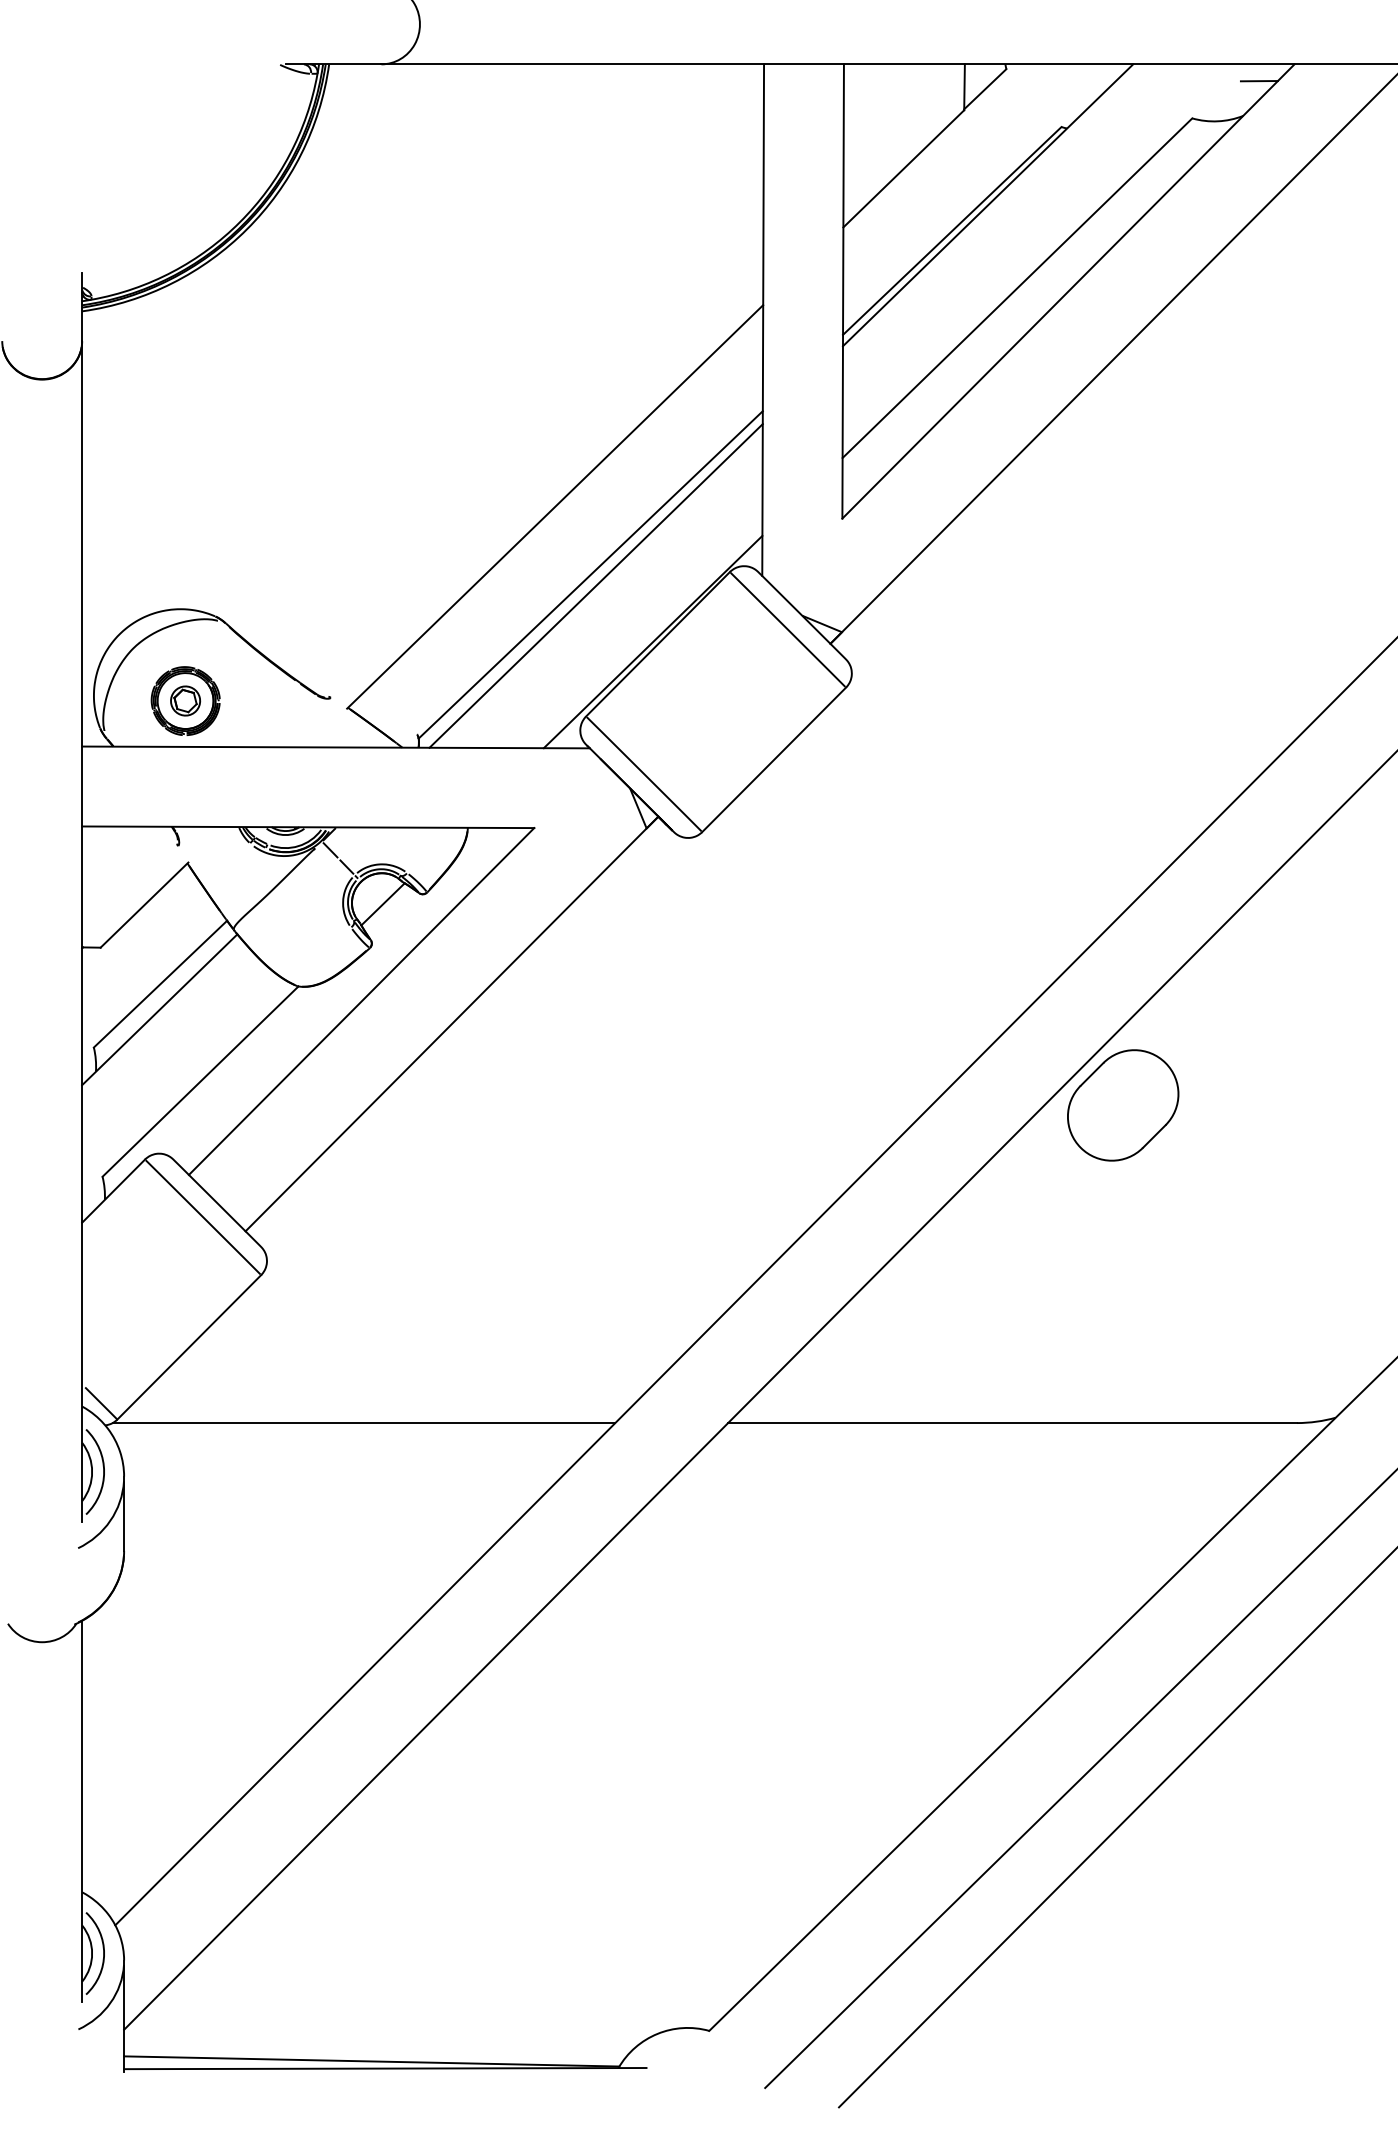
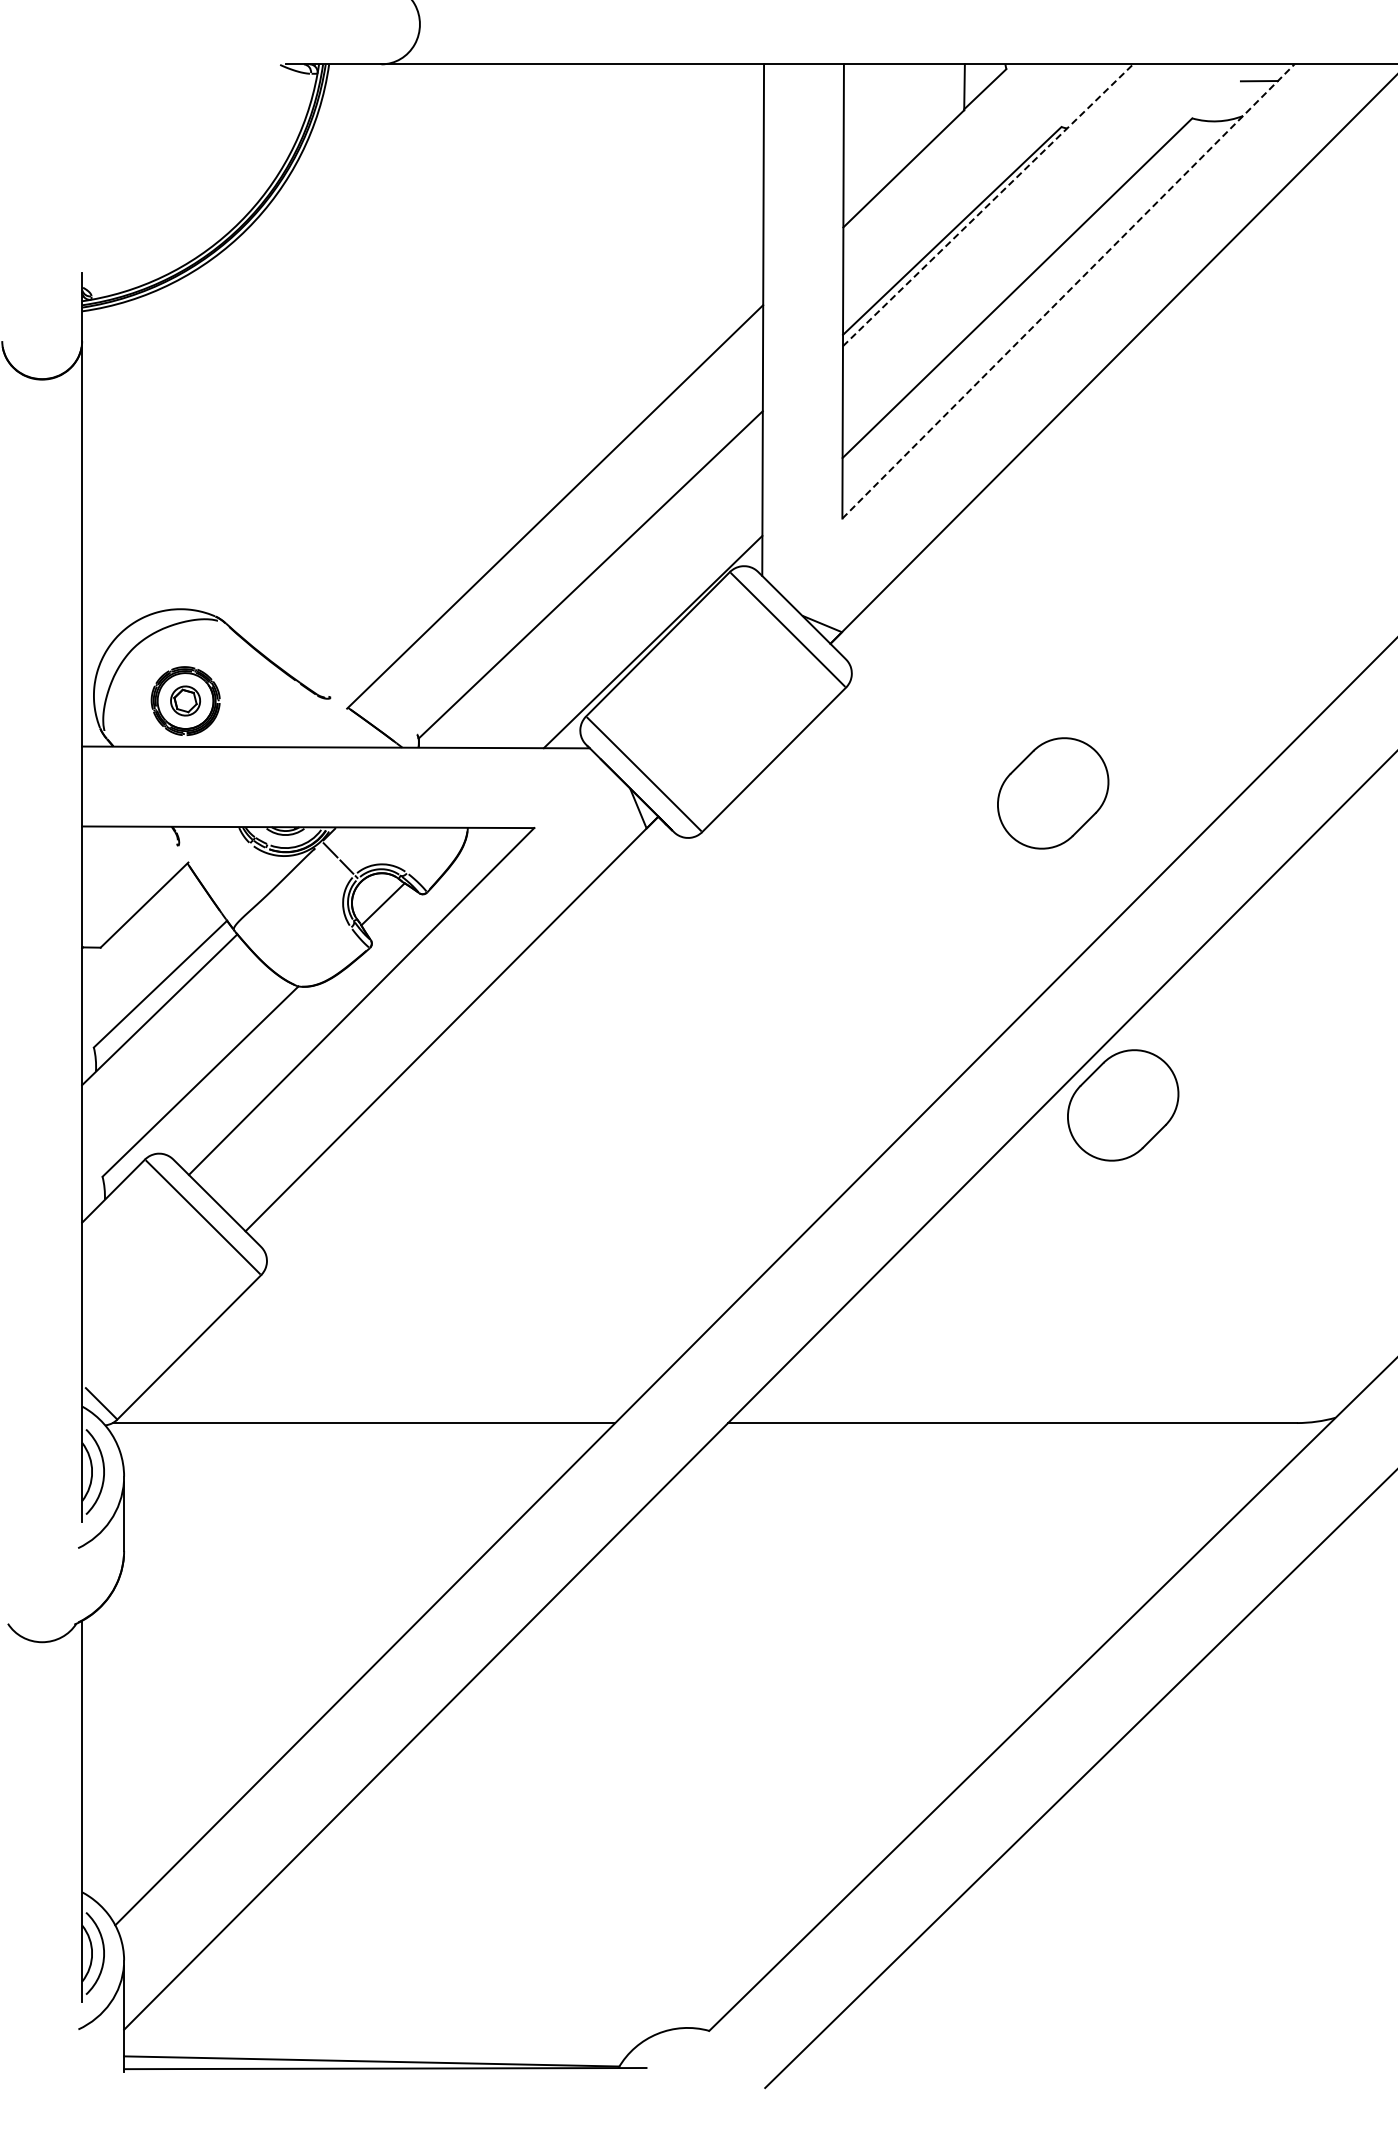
line at (988, 204): solid -> dashed
line at (1068, 291): solid -> dashed
line at (595, 585): present -> none
part at (1053, 793): none -> present
line at (1116, 1828): present -> none
